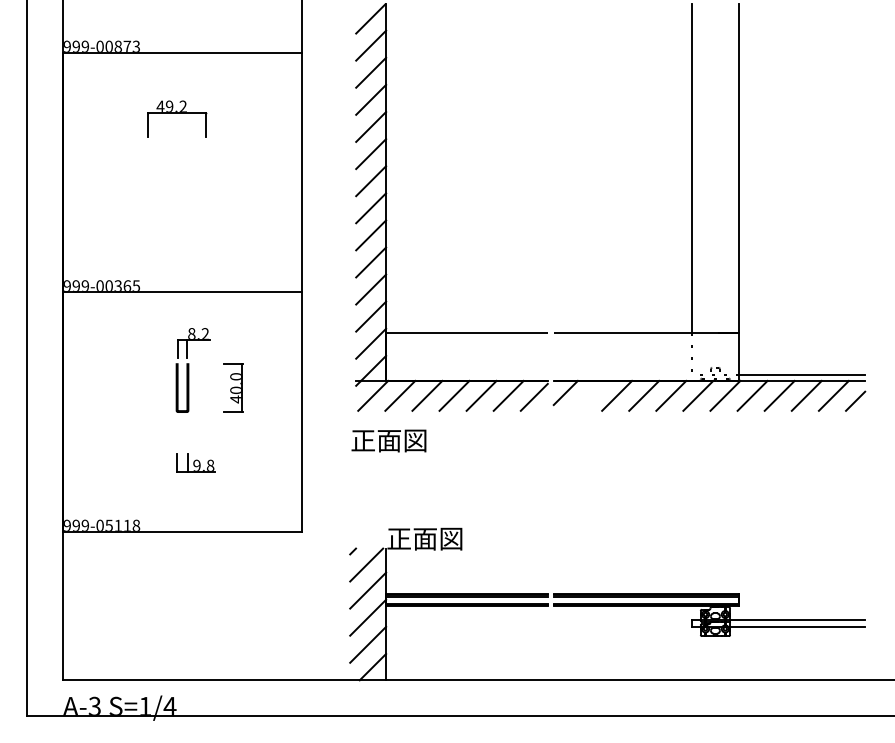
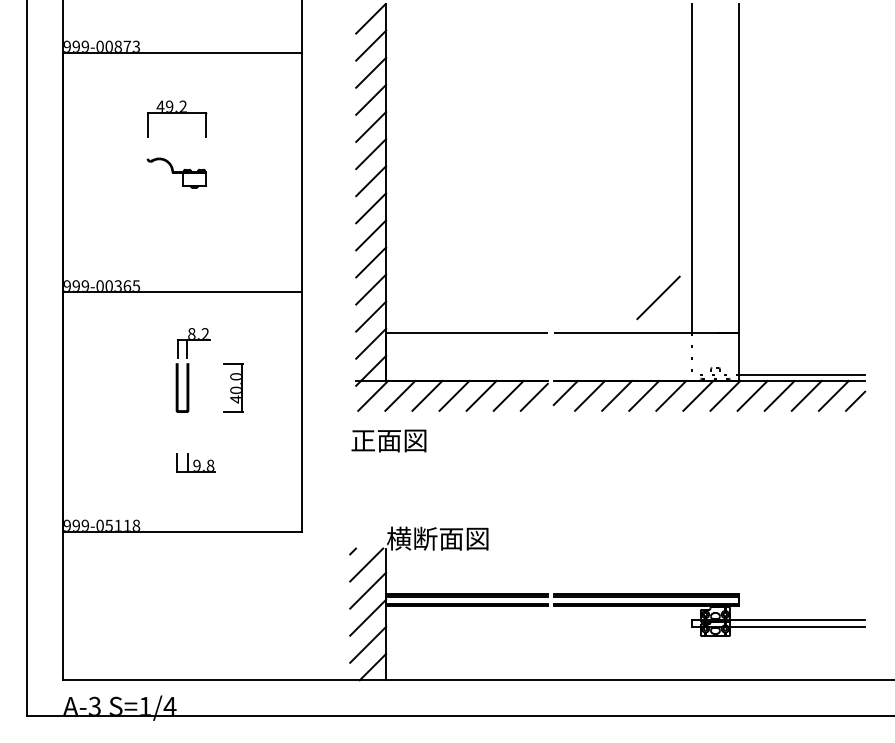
part at (176, 172): none -> present
line at (658, 297): none -> present
line at (589, 395): none -> present
text at (437, 538): 正面図 -> 横断面図
